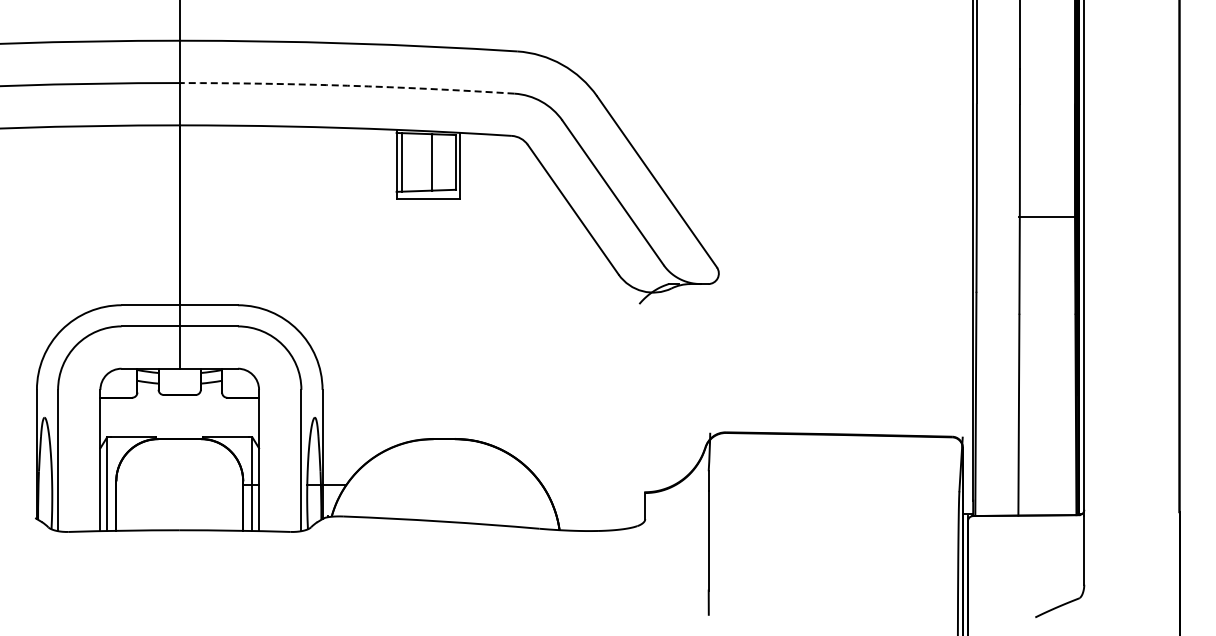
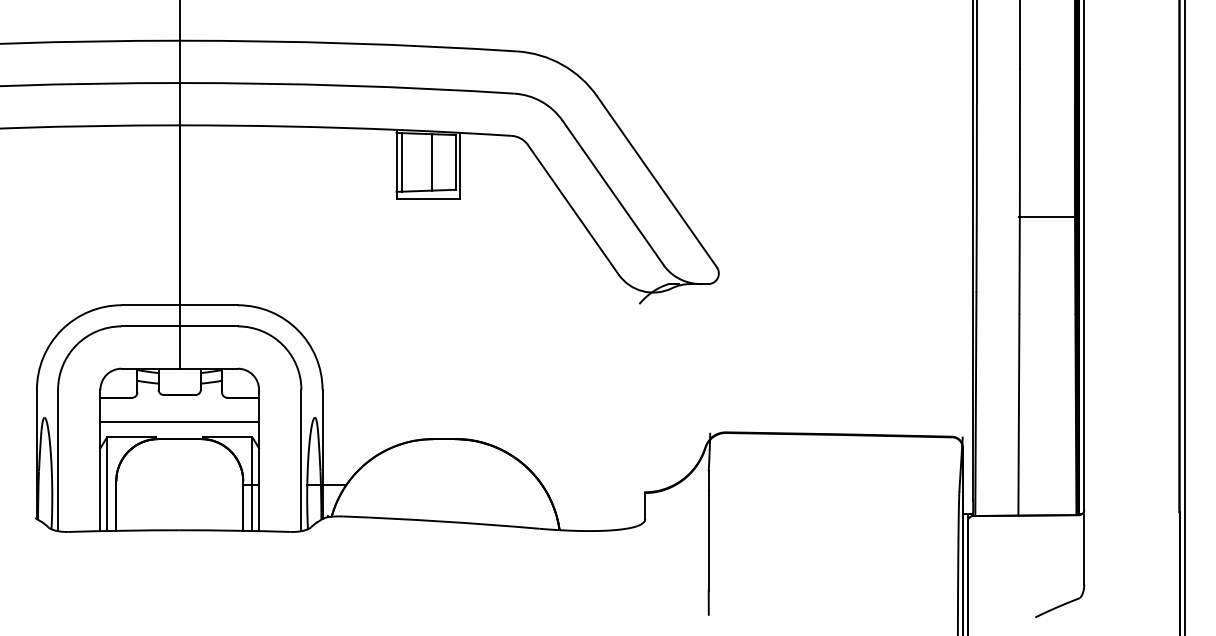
arc at (347, 85): dashed -> solid
line at (1184, 317): none -> present
line at (179, 421): none -> present
